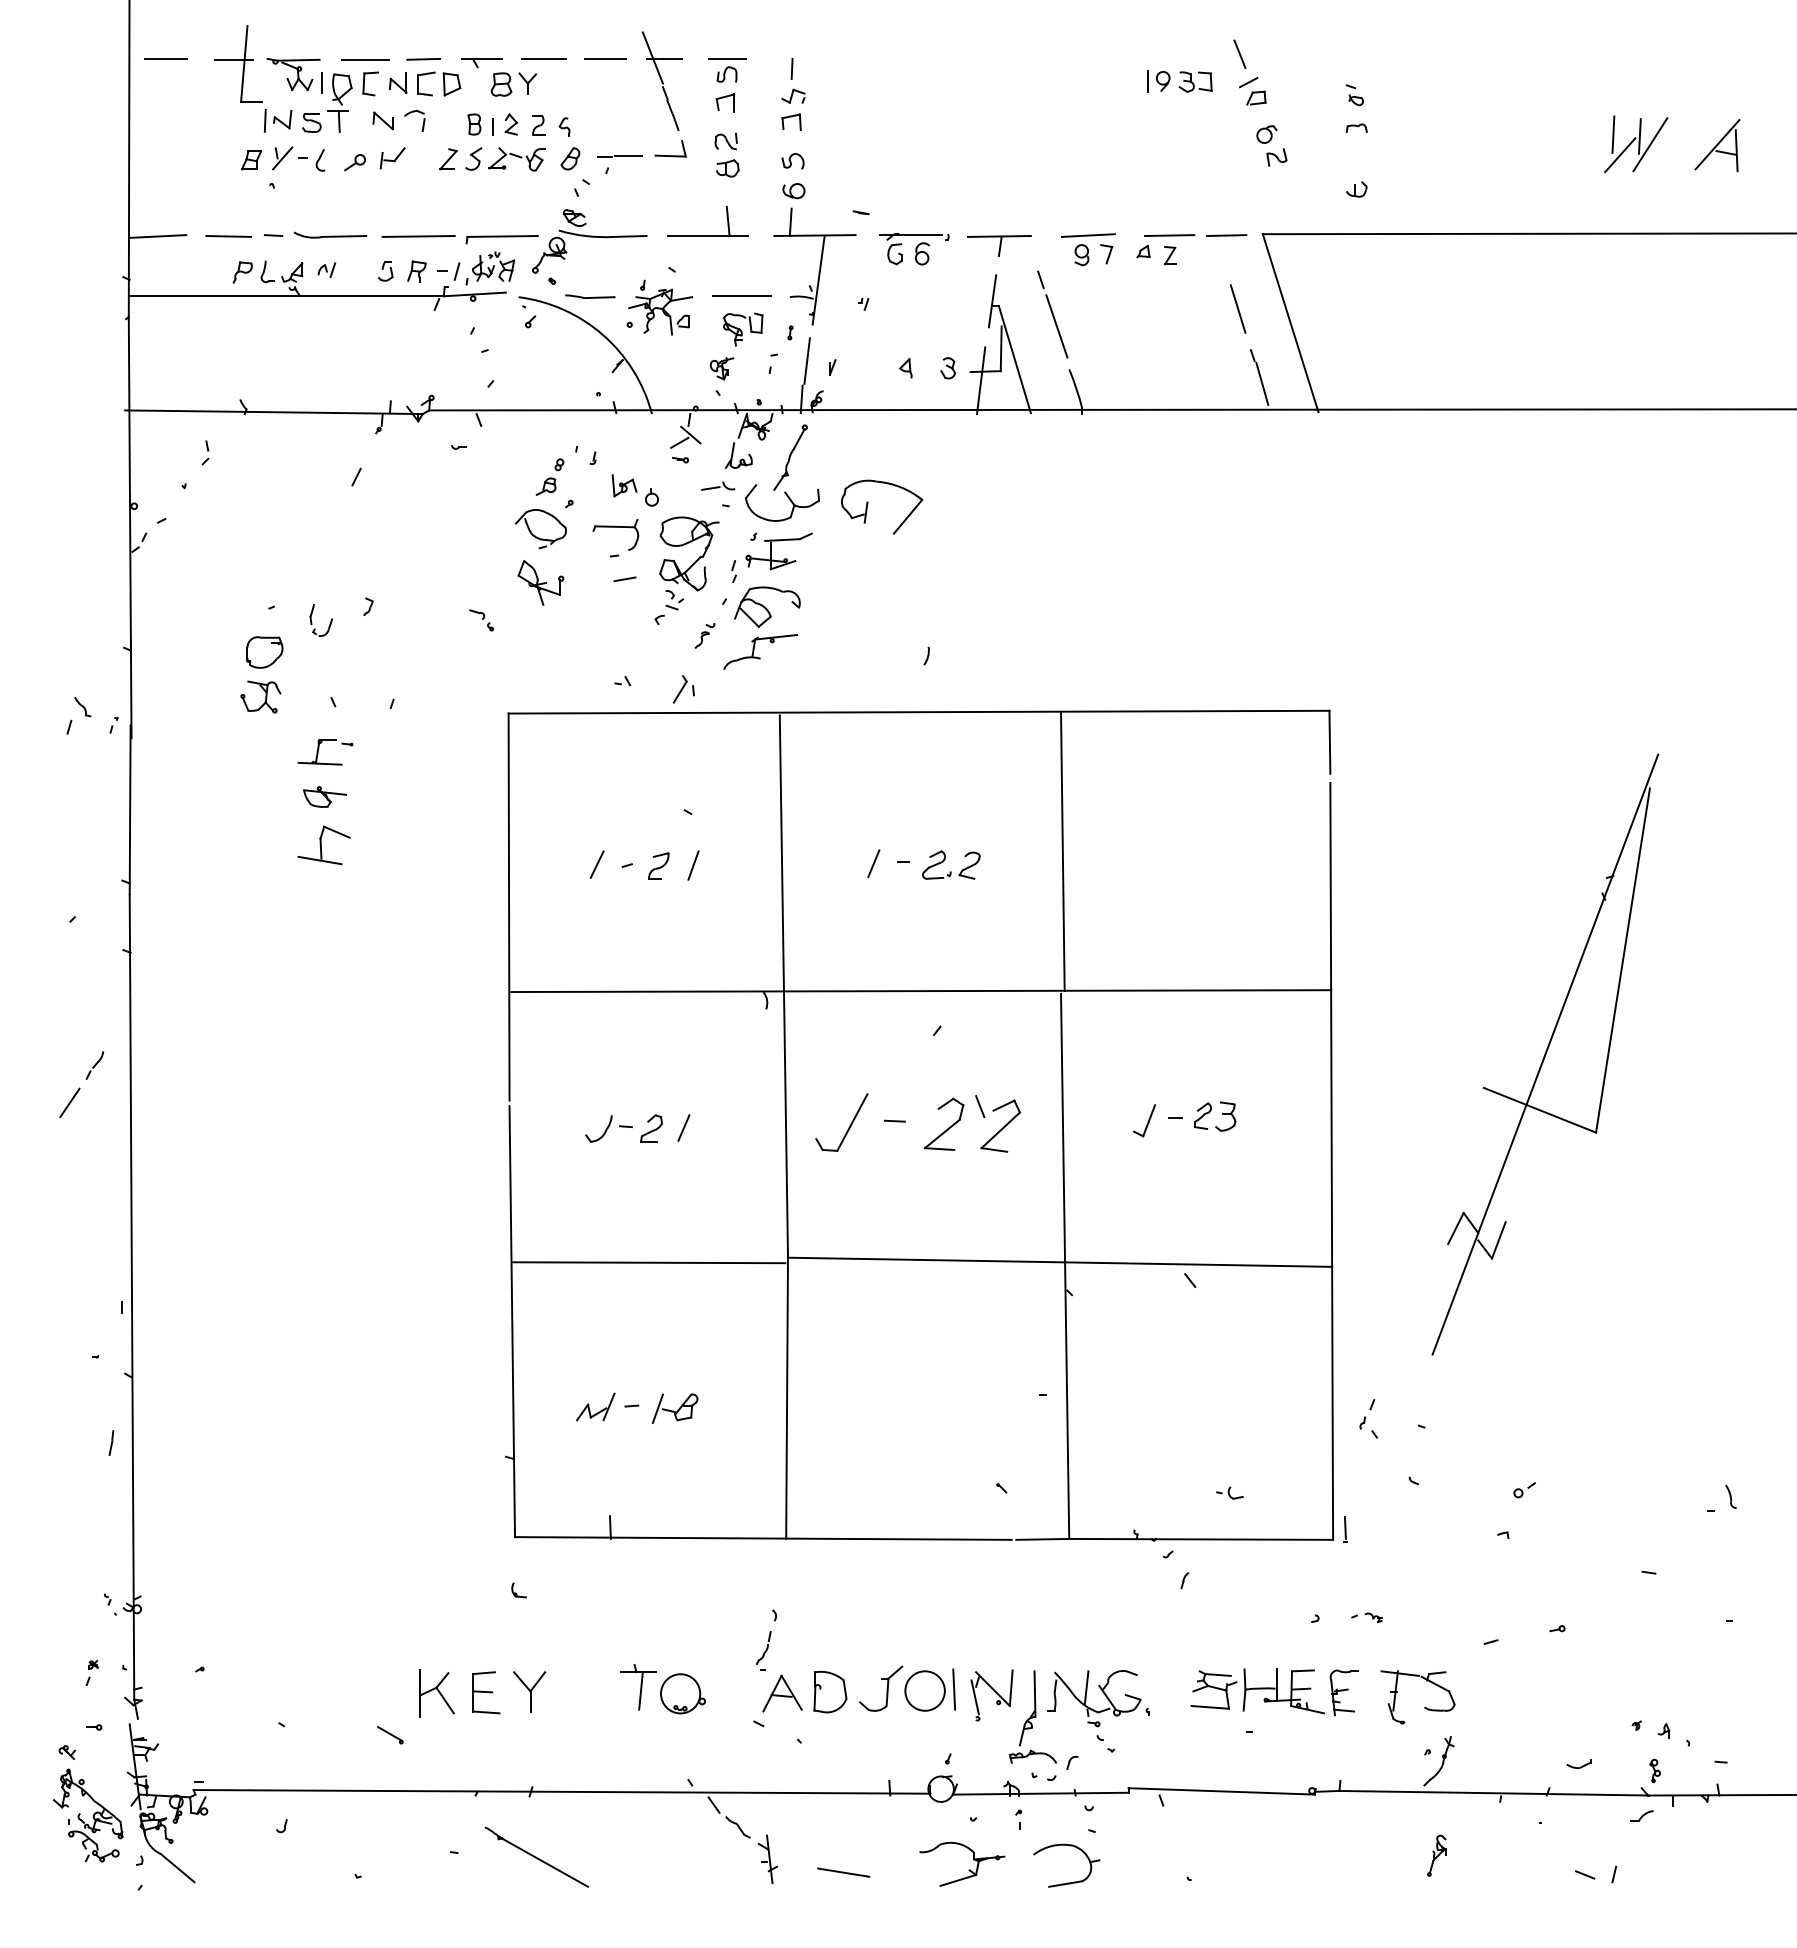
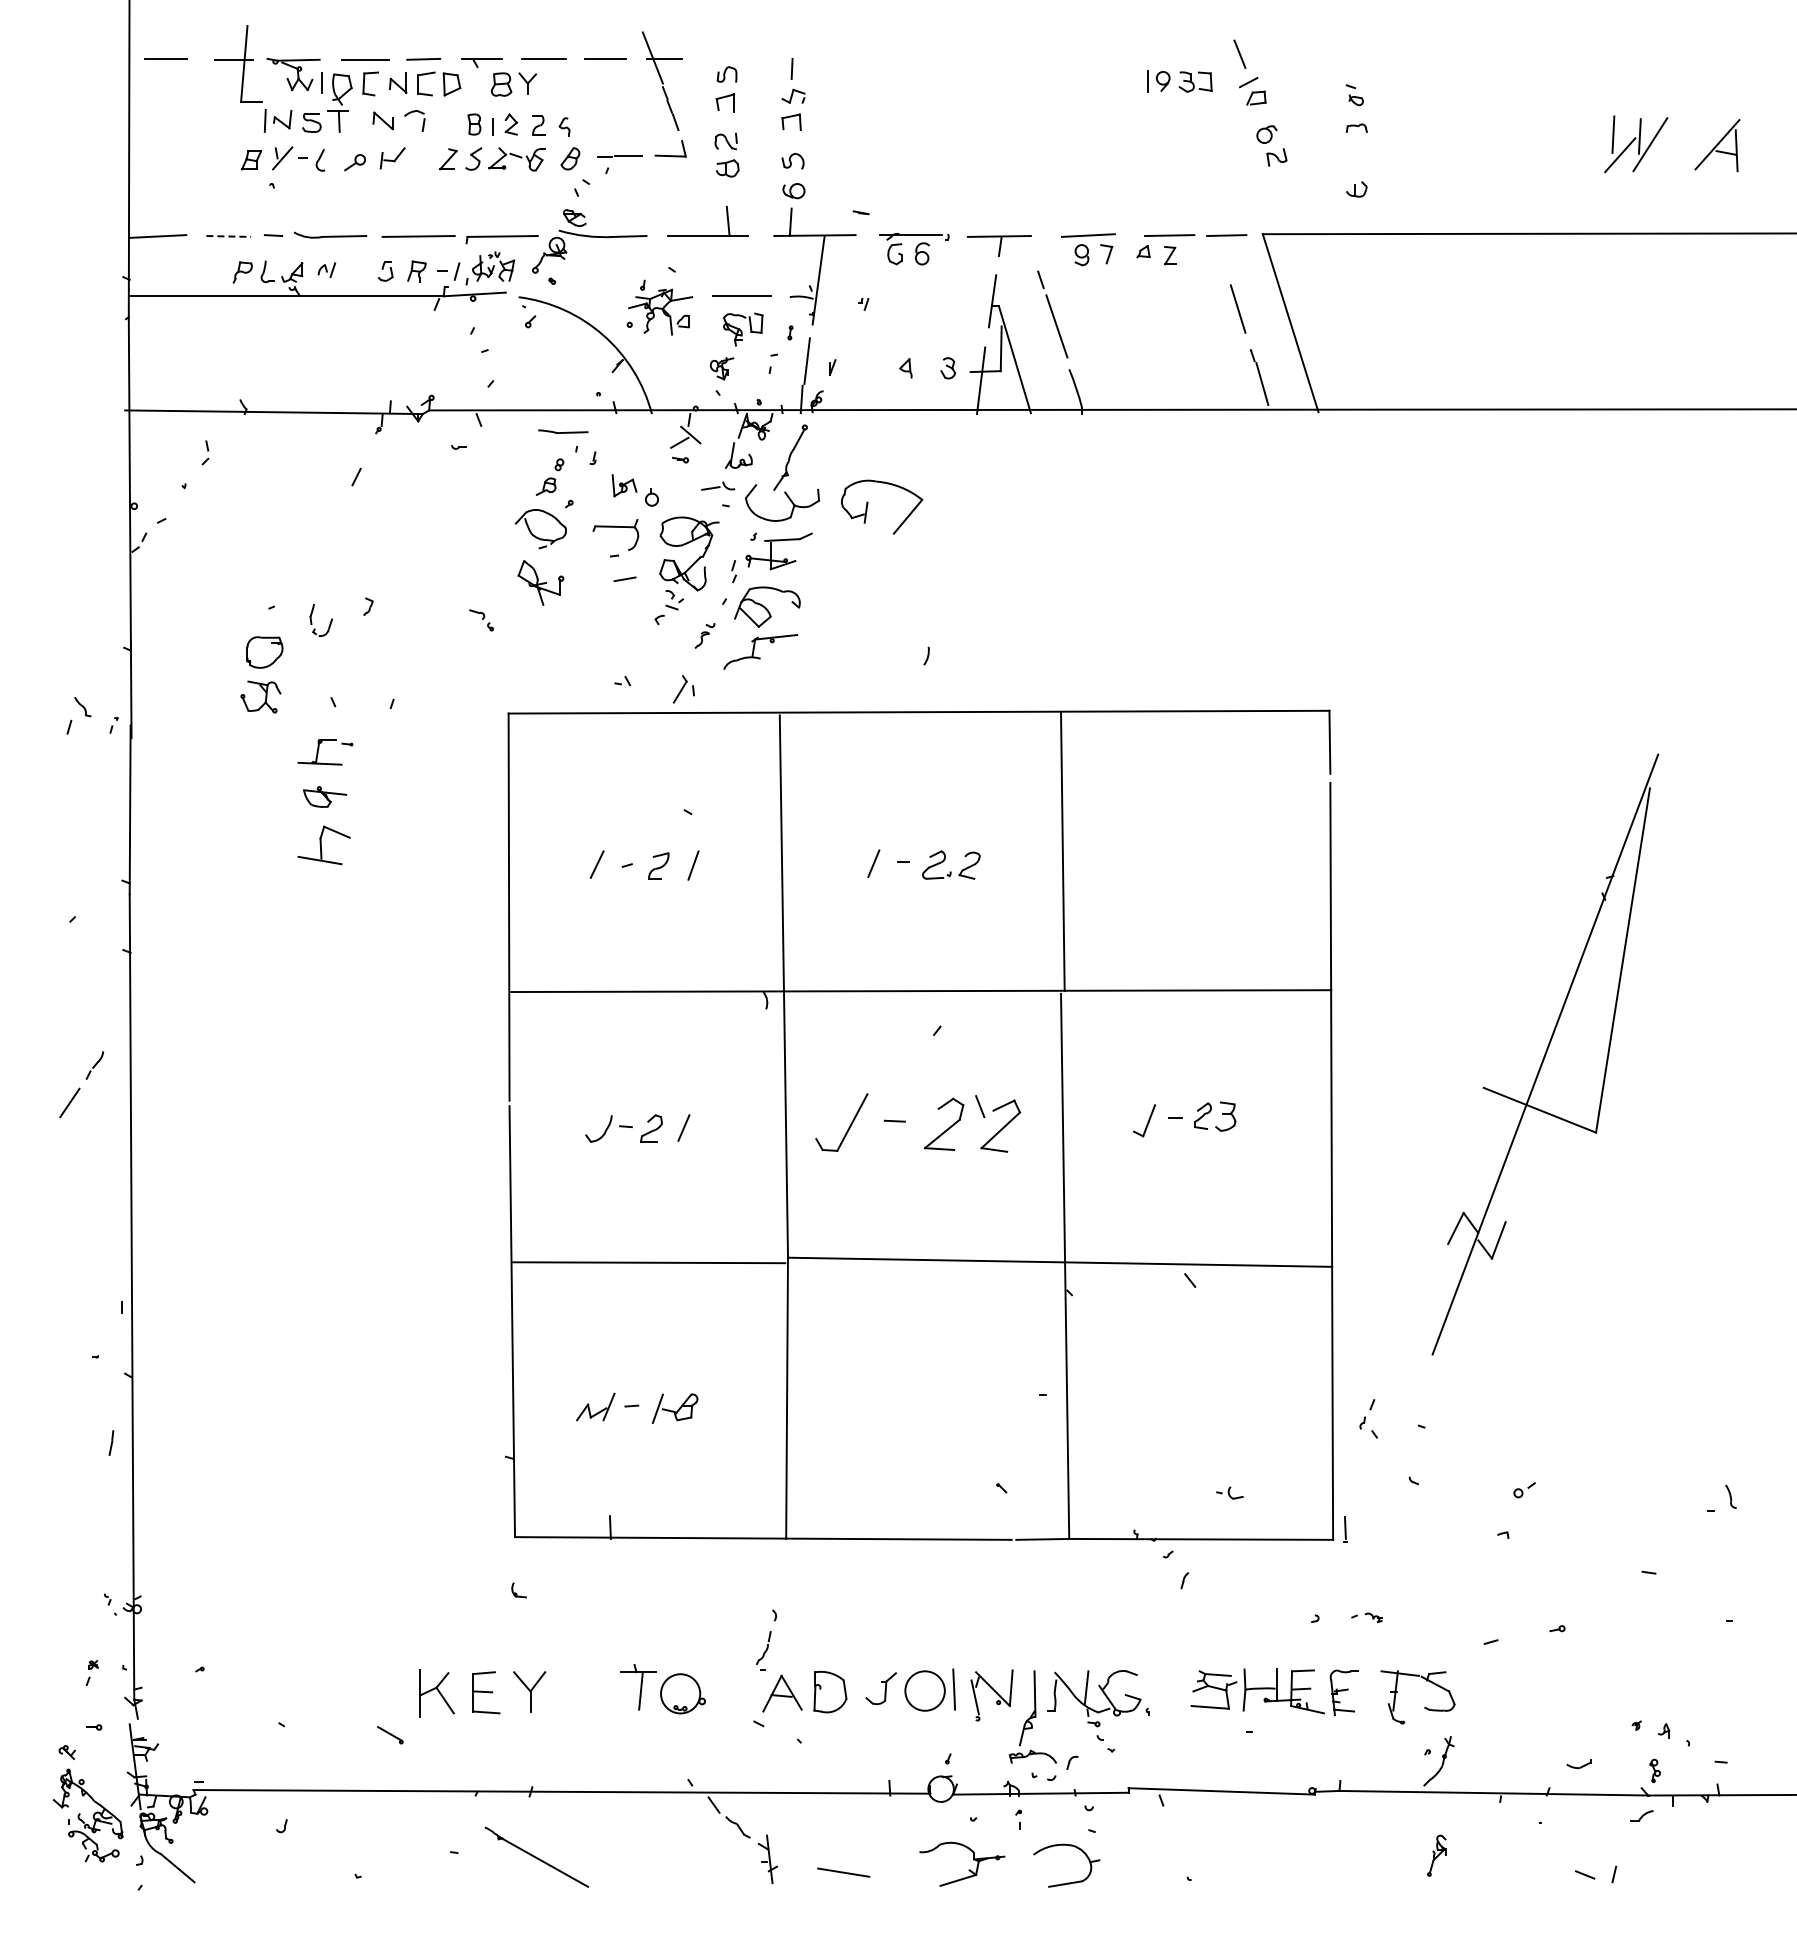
line at (727, 58): present -> none
line at (229, 236): solid -> dashed
part at (590, 296) position: (590, 296) -> (563, 431)
part at (881, 1688) size: 45x47 px -> 32x34 px
